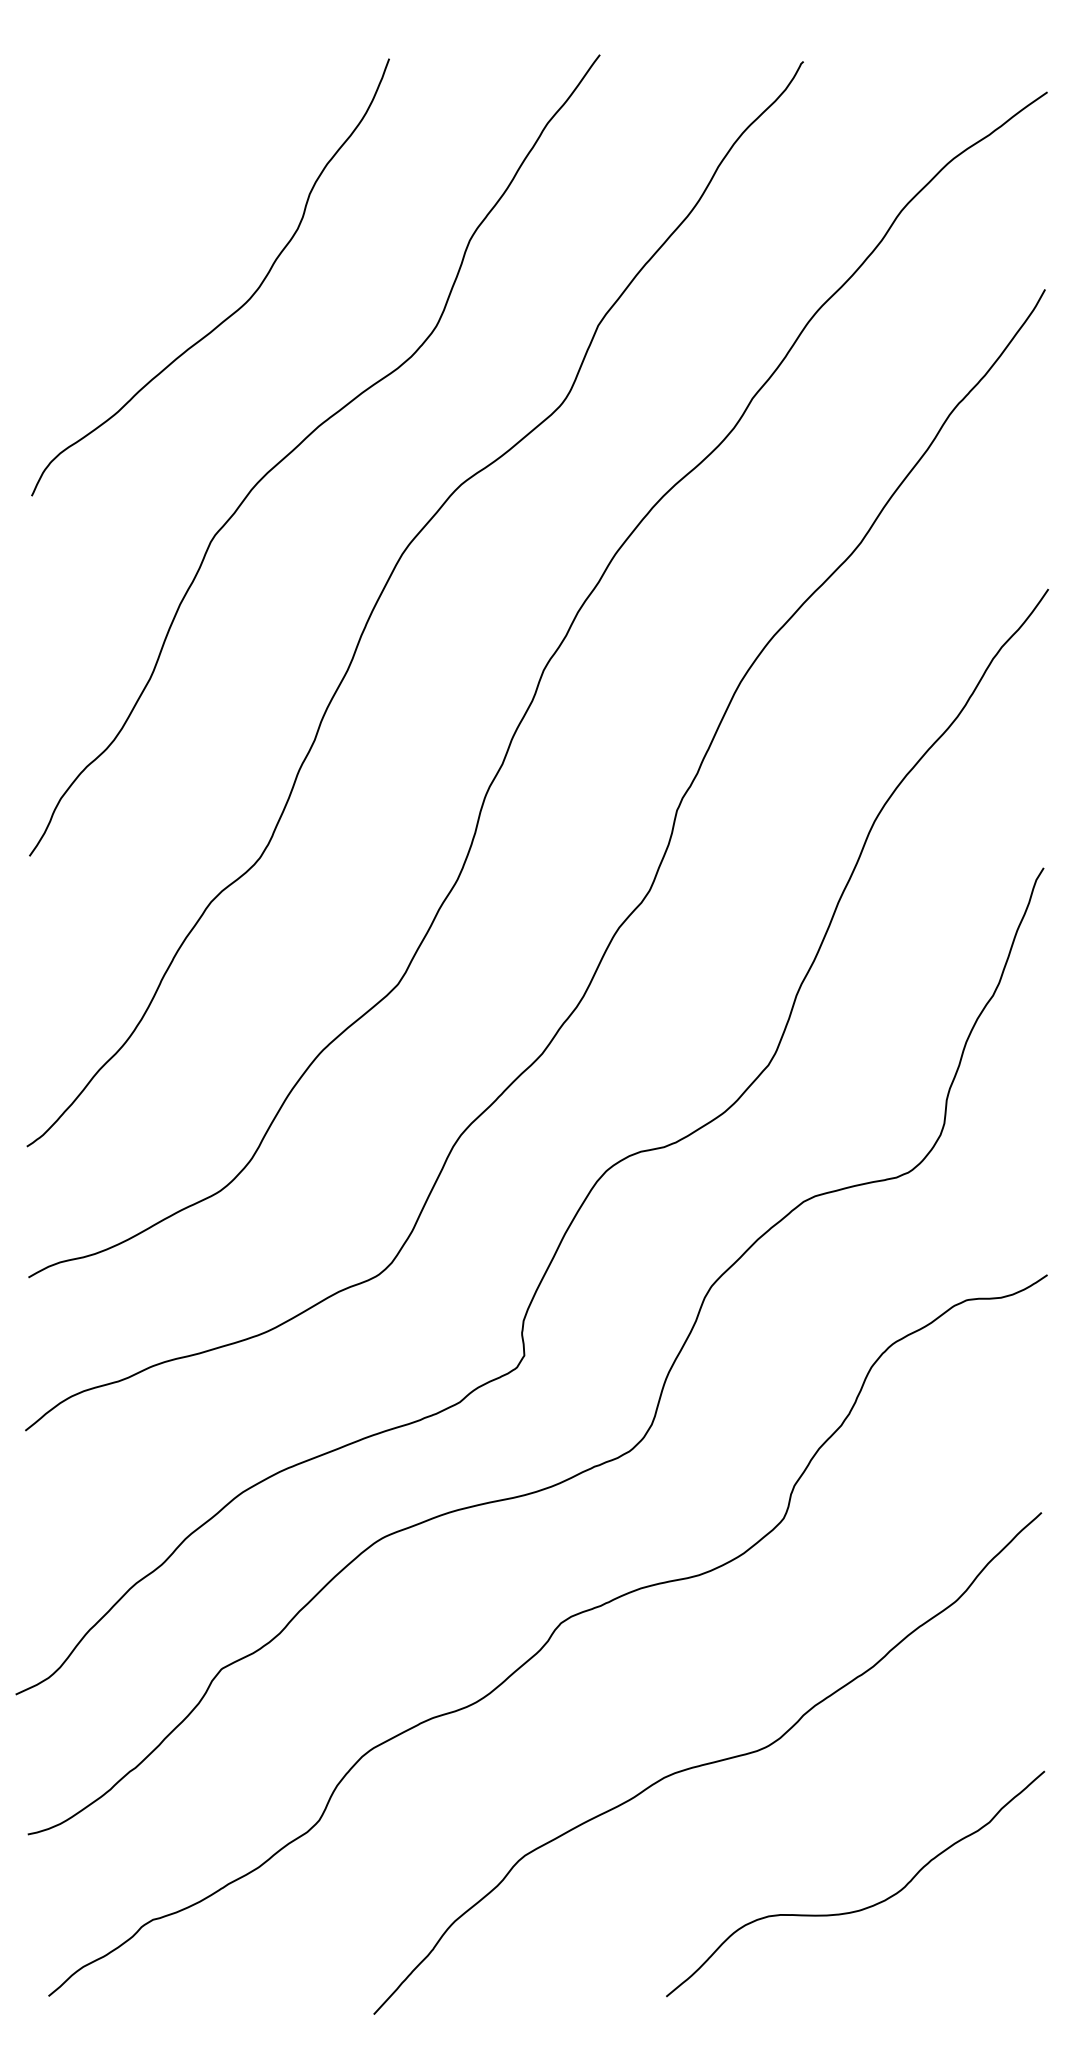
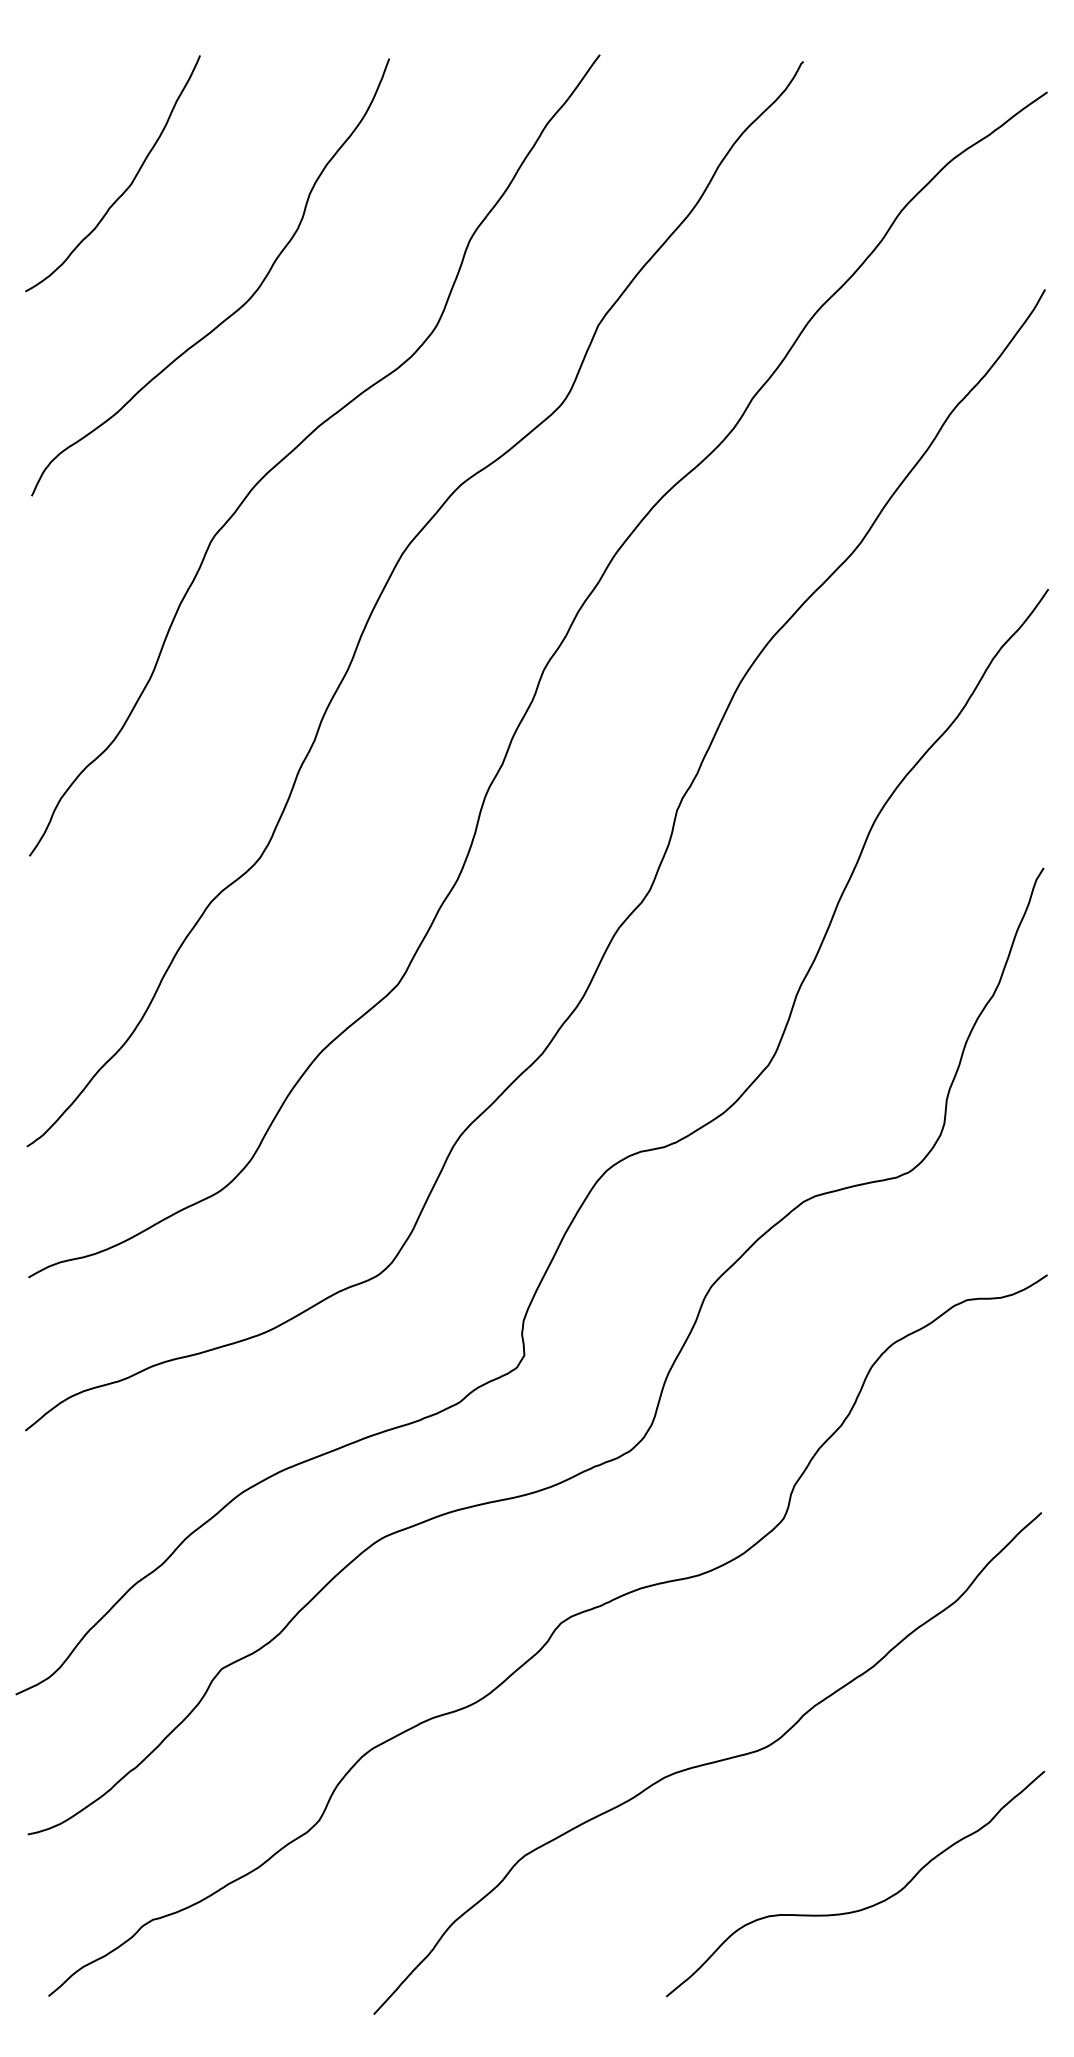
curve at (129, 184): none -> present
